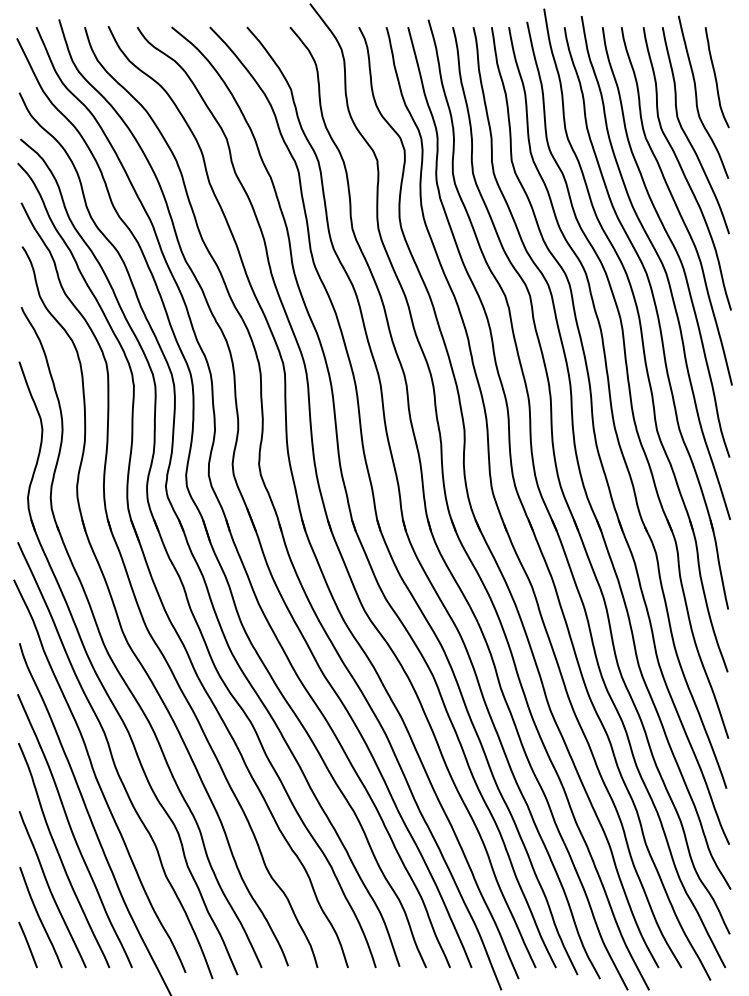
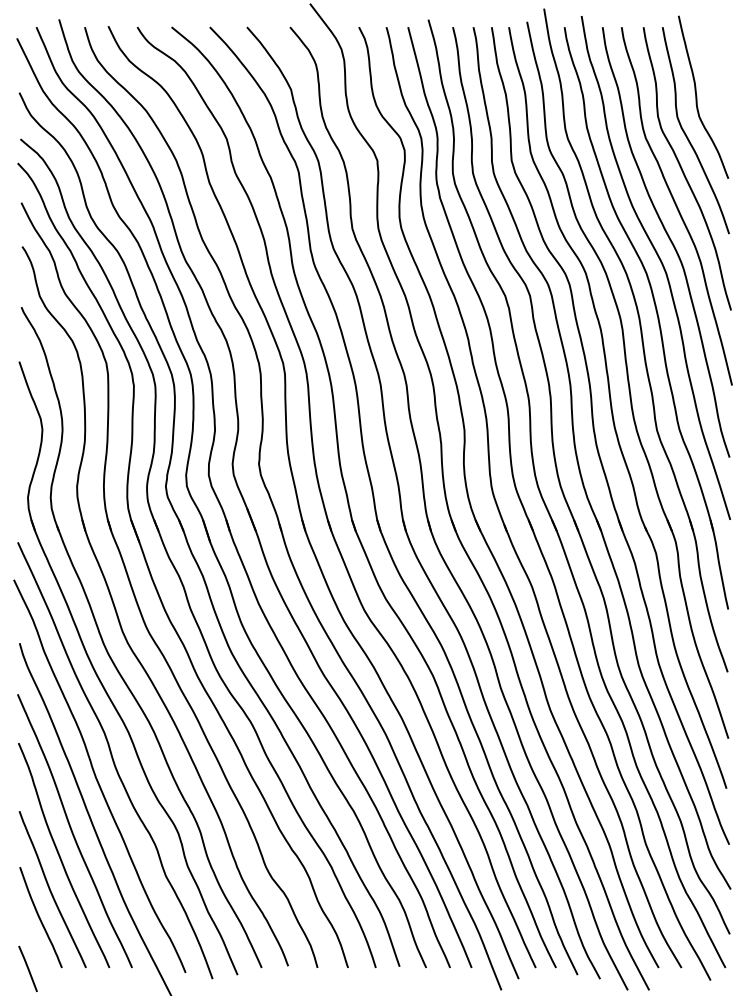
curve at (716, 77): present -> none
line at (27, 944) position: (27, 944) -> (27, 968)
